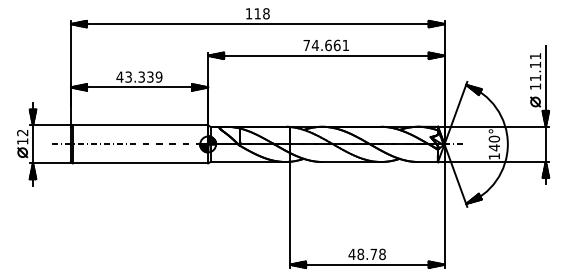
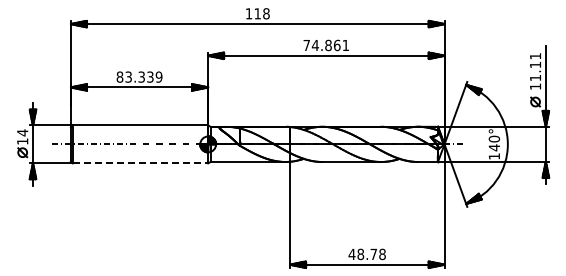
text at (328, 44): 74.661 -> 74.861
text at (119, 76): 43.339 -> 83.339
text at (22, 132): 12 -> 14
line at (140, 163): solid -> dashed
